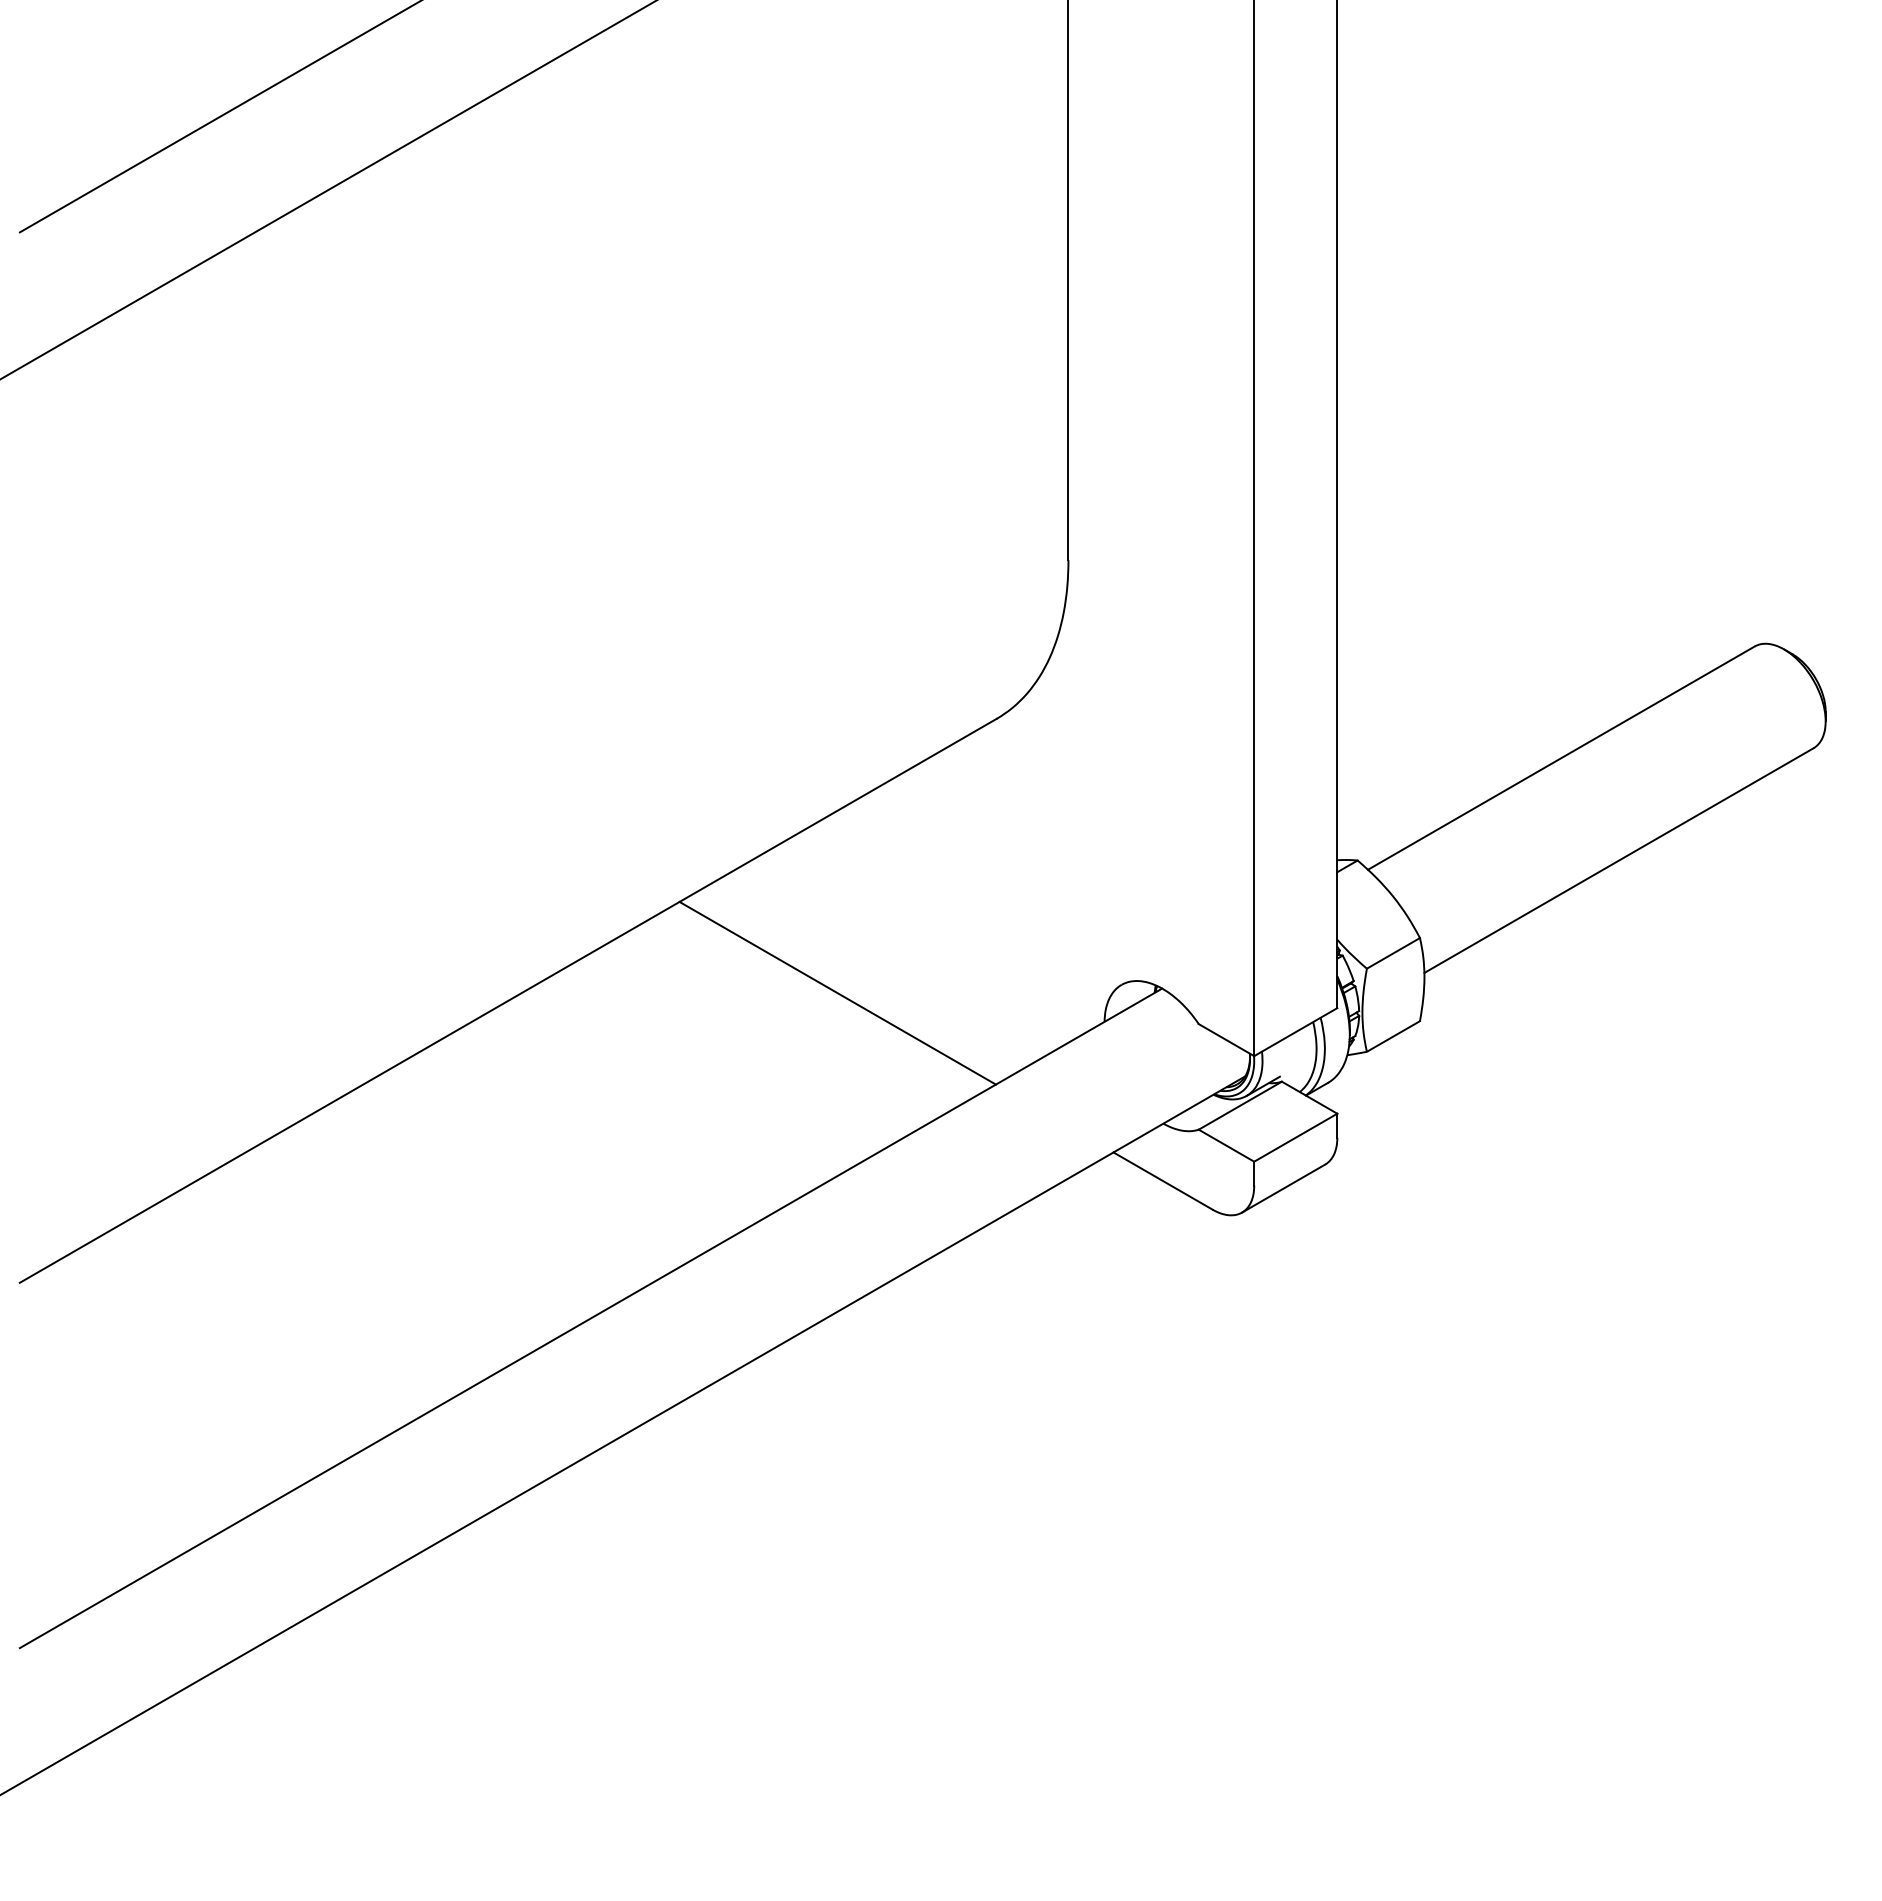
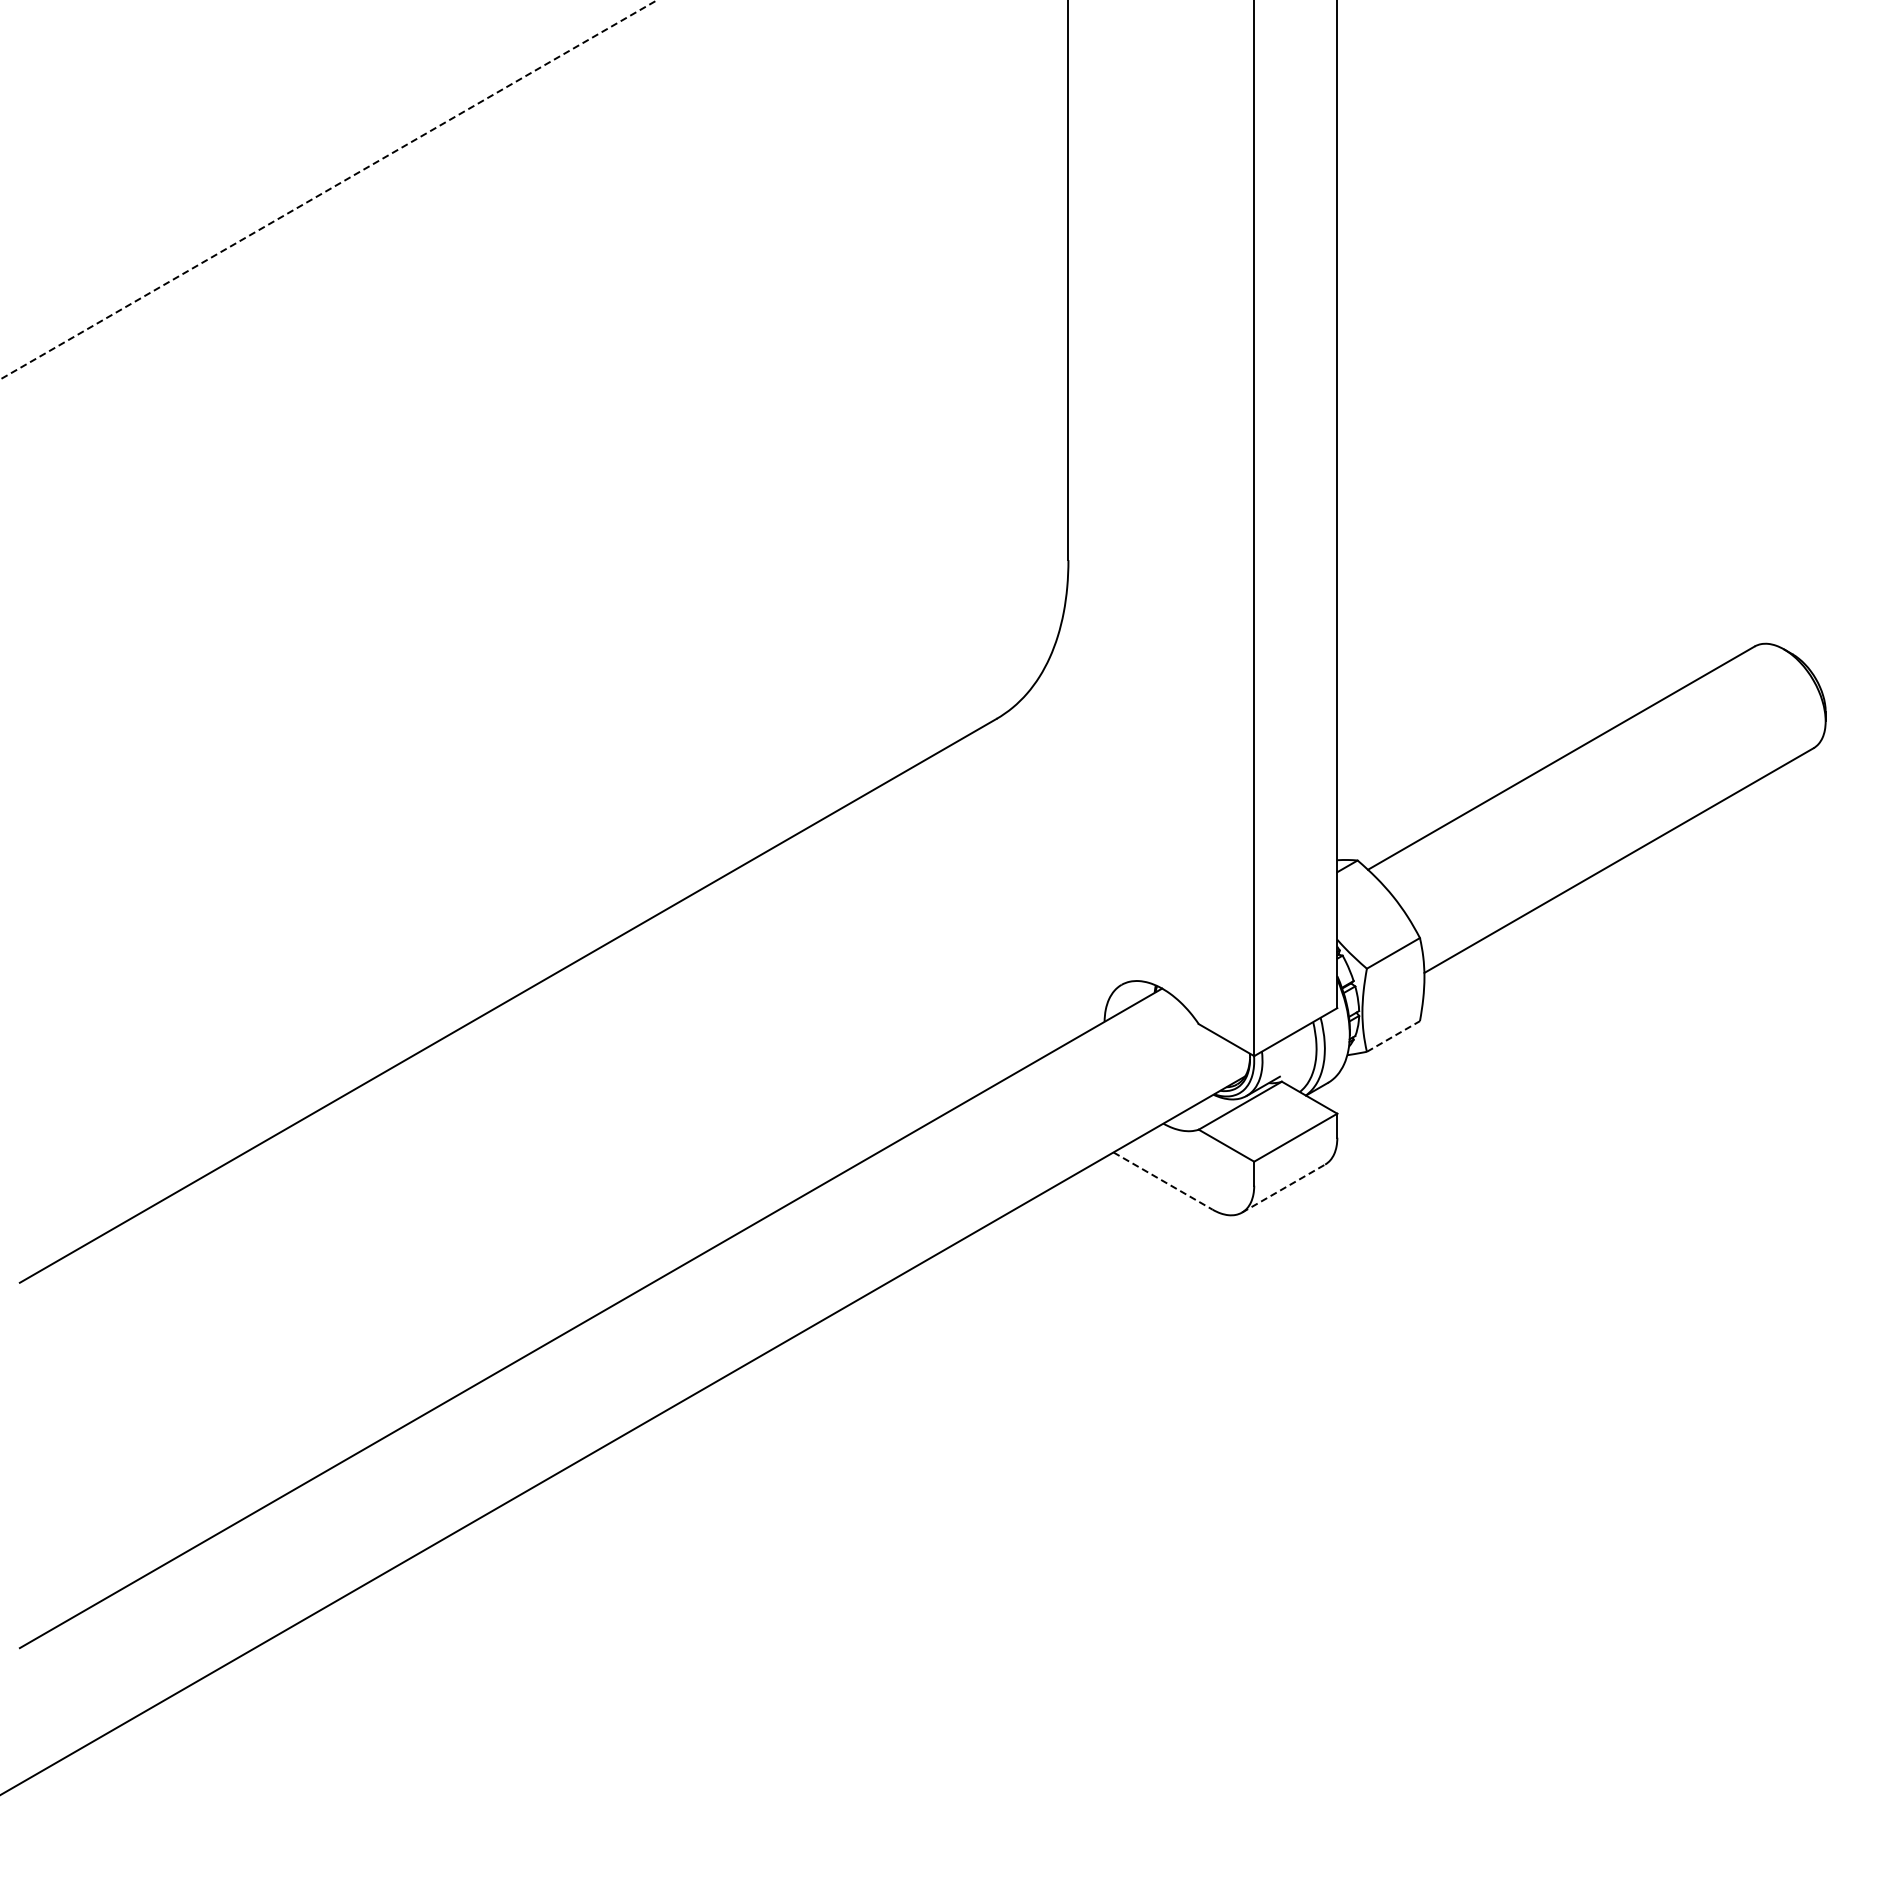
line at (218, 117): present -> none
line at (329, 189): solid -> dashed
line at (837, 992): present -> none
line at (1393, 1036): solid -> dashed
line at (1163, 1181): solid -> dashed
line at (1283, 1188): solid -> dashed
